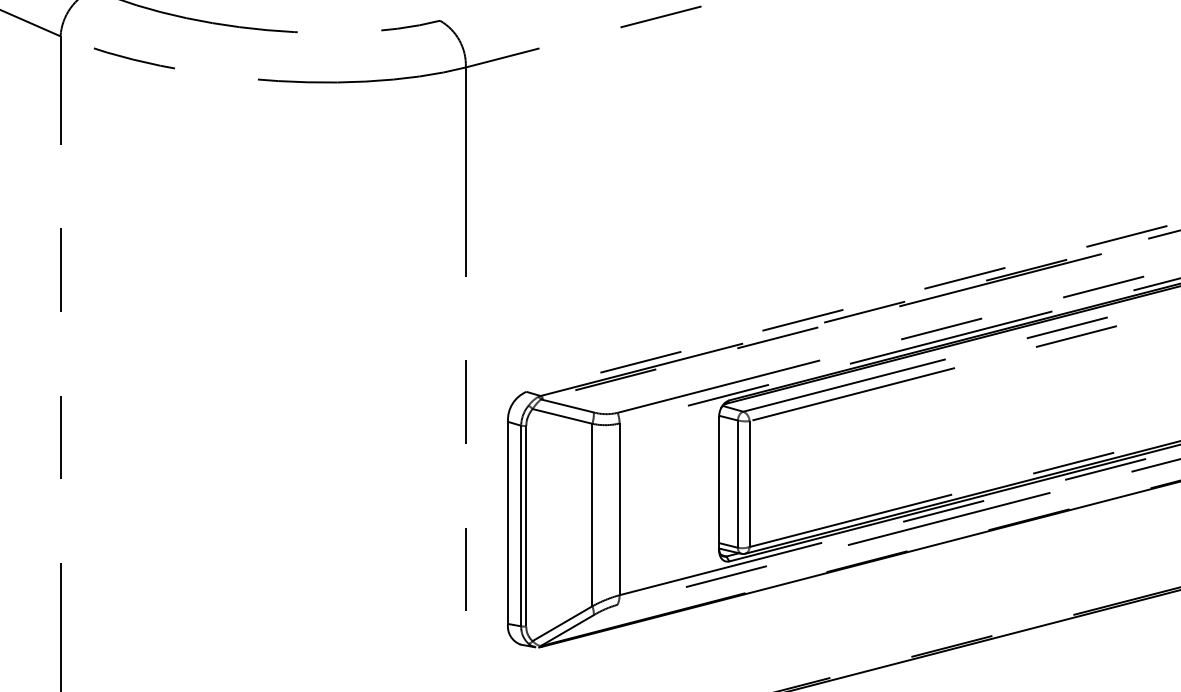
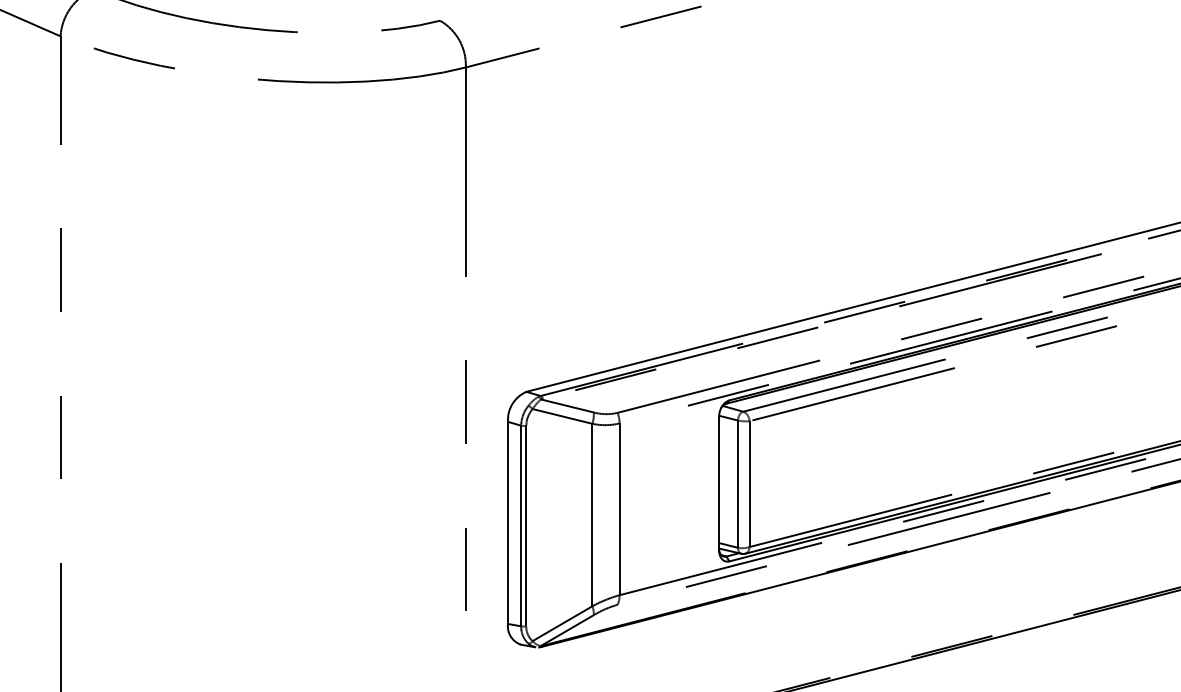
line at (853, 307): dashed -> solid
